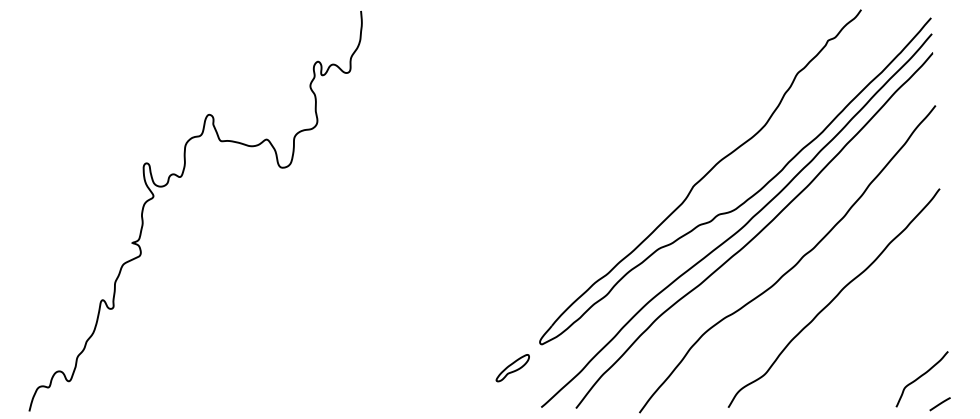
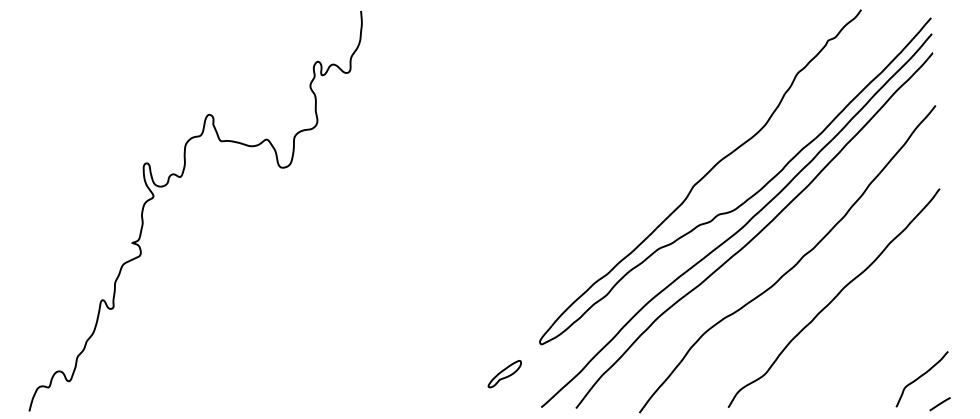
part at (512, 368) position: (512, 368) -> (504, 374)
